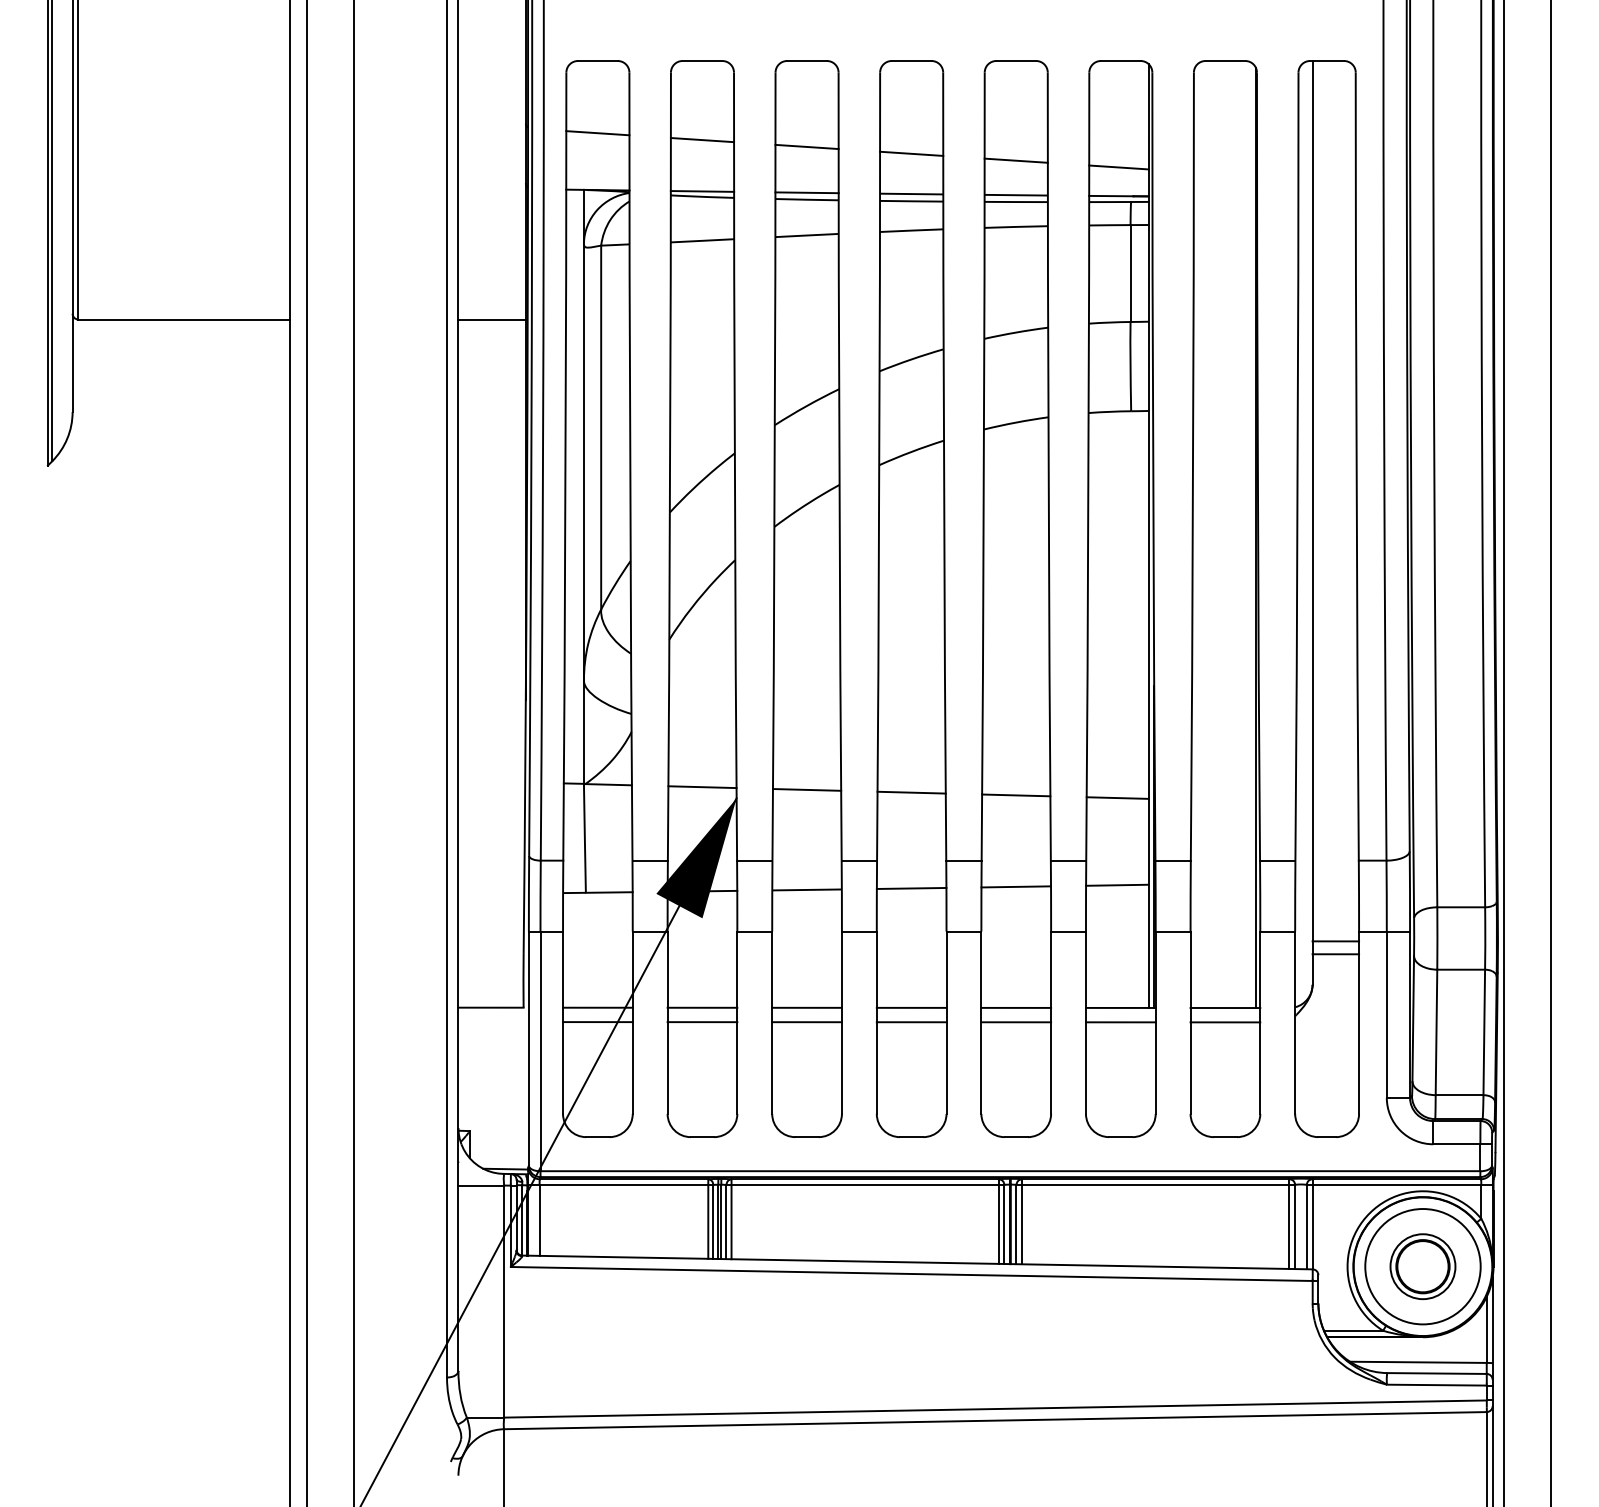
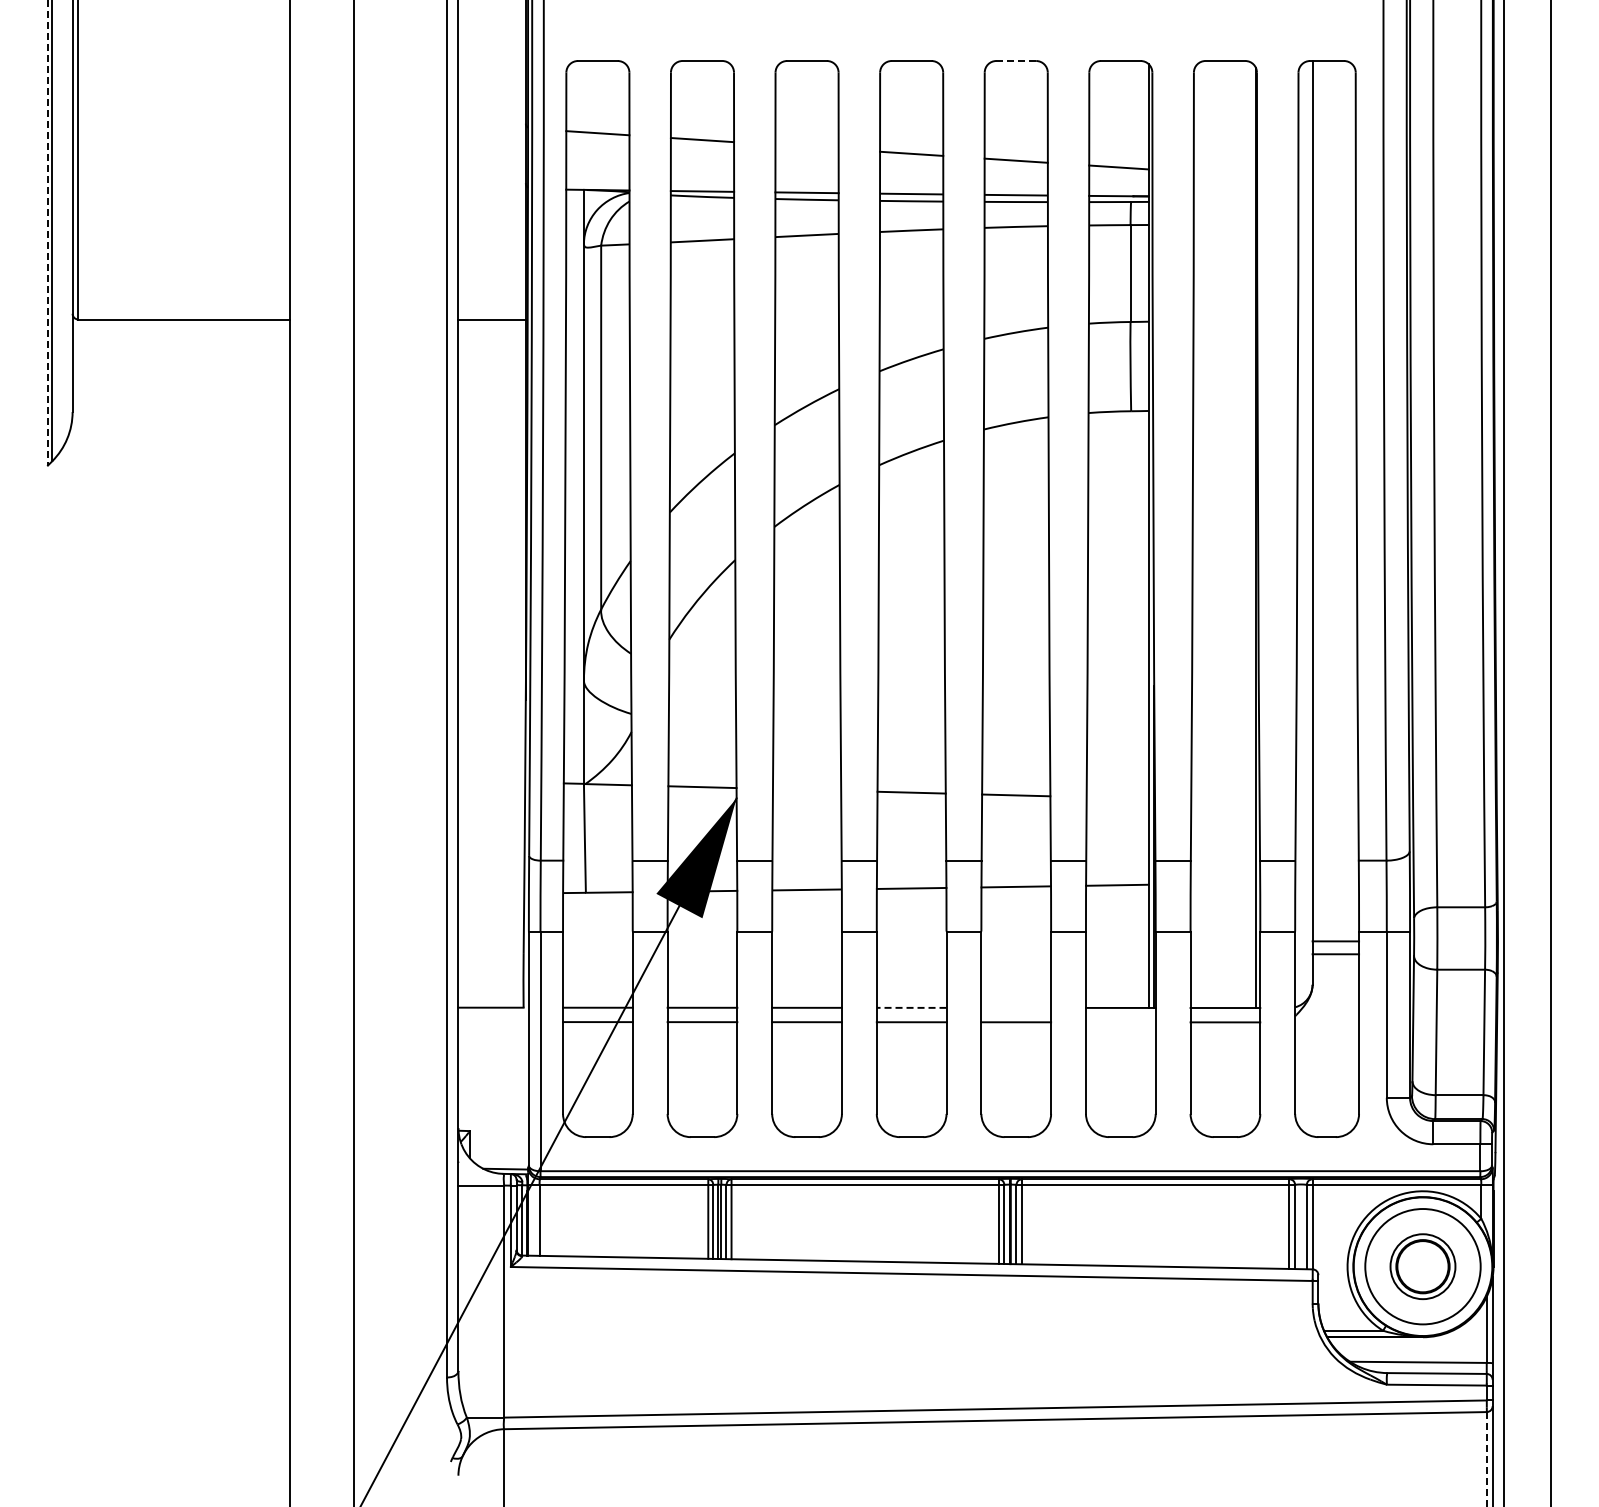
line at (1016, 61): solid -> dashed
line at (806, 146): present -> none
line at (47, 232): solid -> dashed
line at (307, 752): present -> none
line at (807, 789): present -> none
line at (1117, 797): present -> none
line at (911, 1007): solid -> dashed
line at (1016, 1007): present -> none
line at (1120, 1022): present -> none
line at (1486, 1459): solid -> dashed
